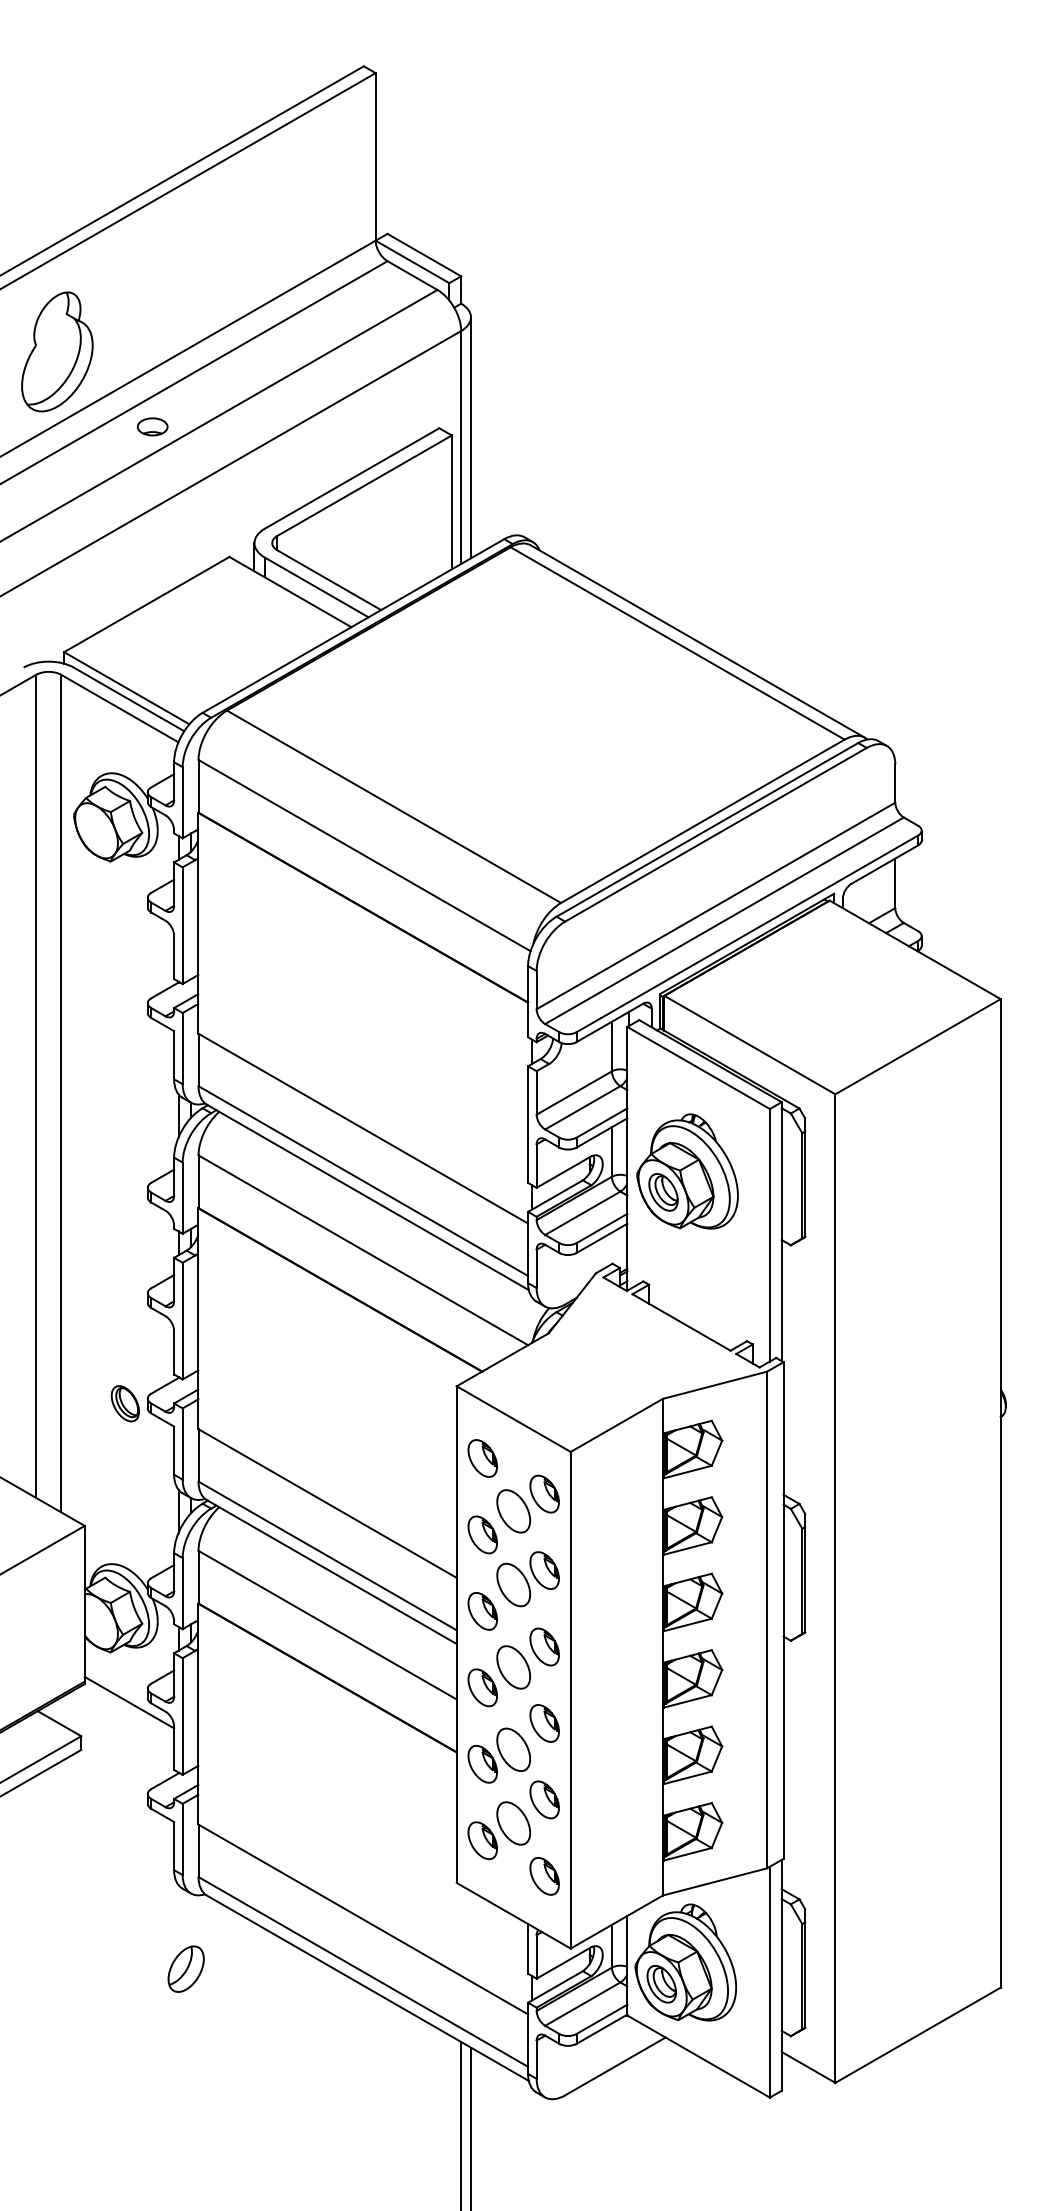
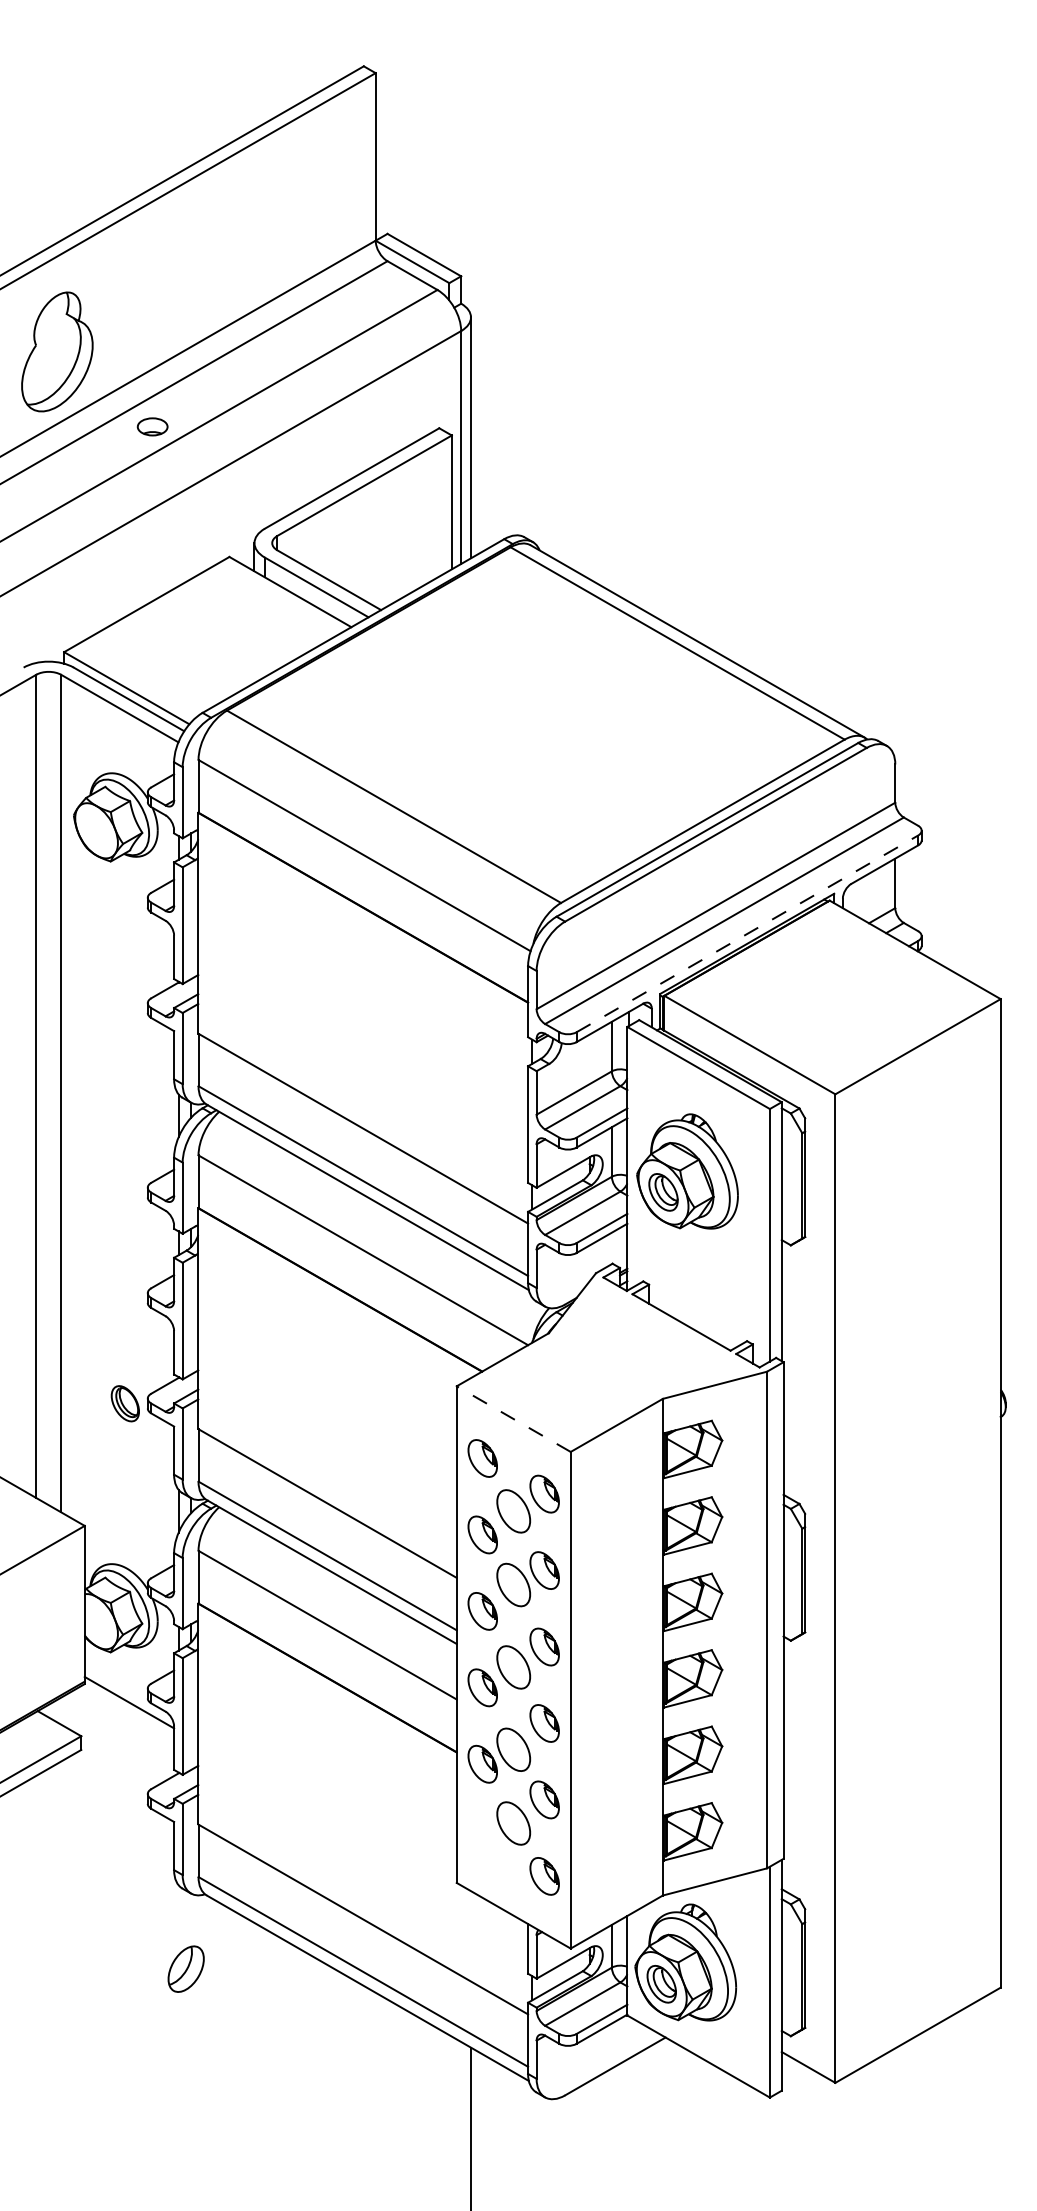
line at (747, 933): solid -> dashed
line at (513, 1419): solid -> dashed
part at (482, 1840): present -> none
line at (461, 2124): present -> none
